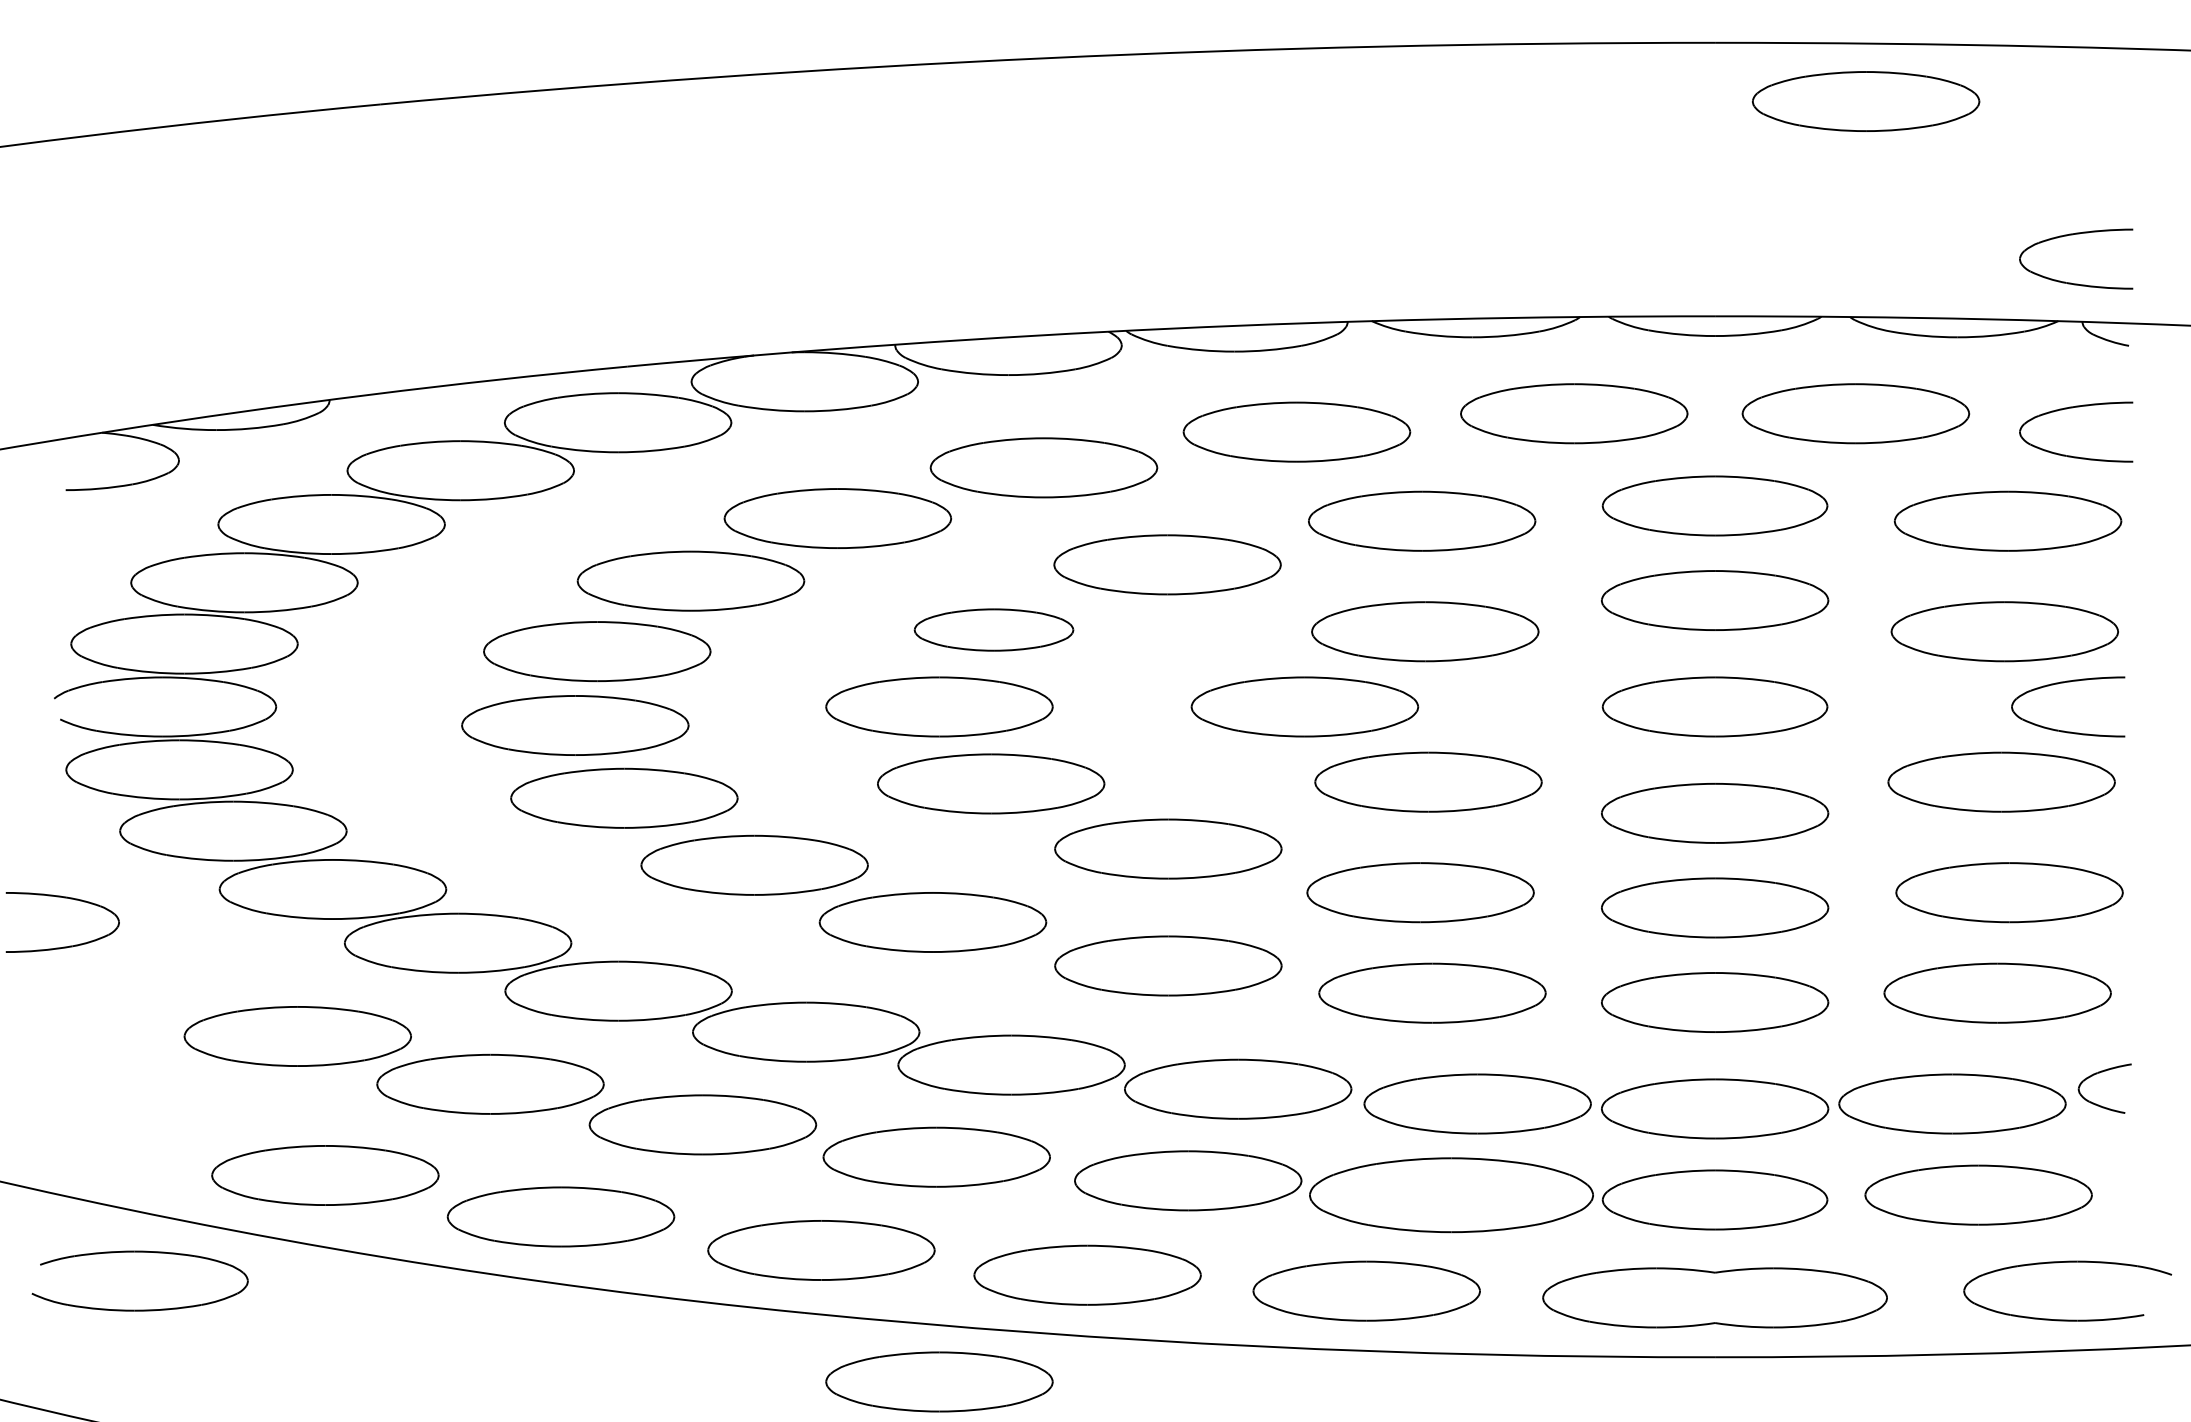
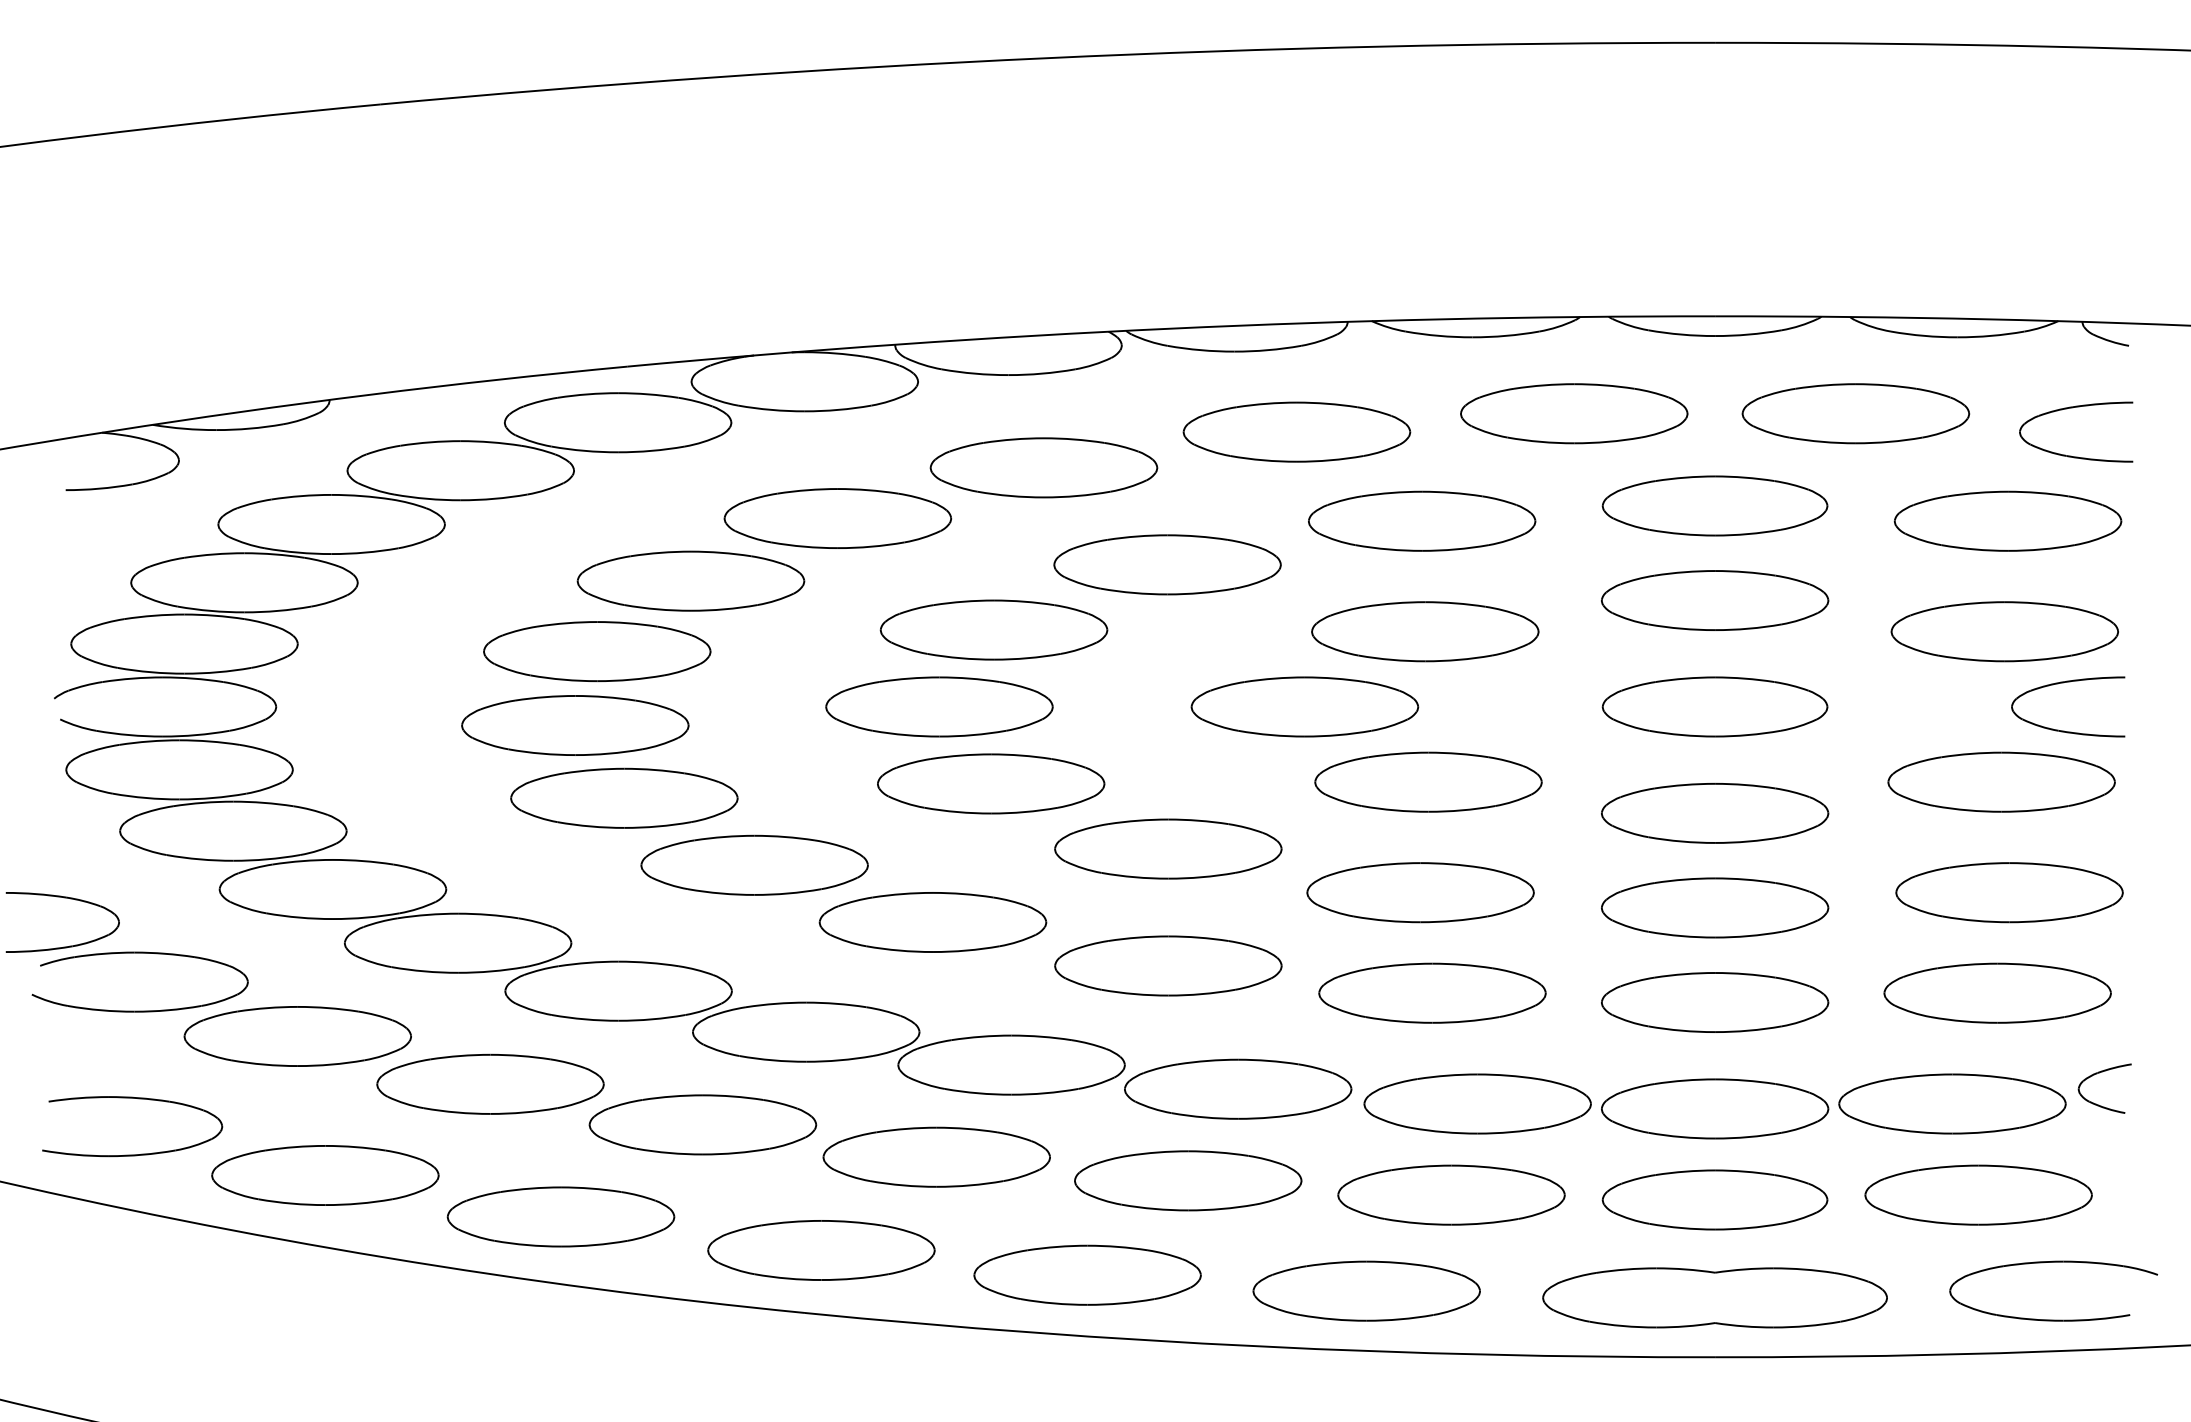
part at (1866, 101): present -> none
part at (2072, 235): present -> none
part at (993, 629) size: 162x44 px -> 230x62 px
part at (138, 1099): none -> present
part at (1451, 1195) size: 285x77 px -> 229x62 px
part at (139, 1252) position: (139, 1252) -> (139, 953)
part at (2067, 1262) position: (2067, 1262) -> (2053, 1262)
part at (939, 1381): present -> none
